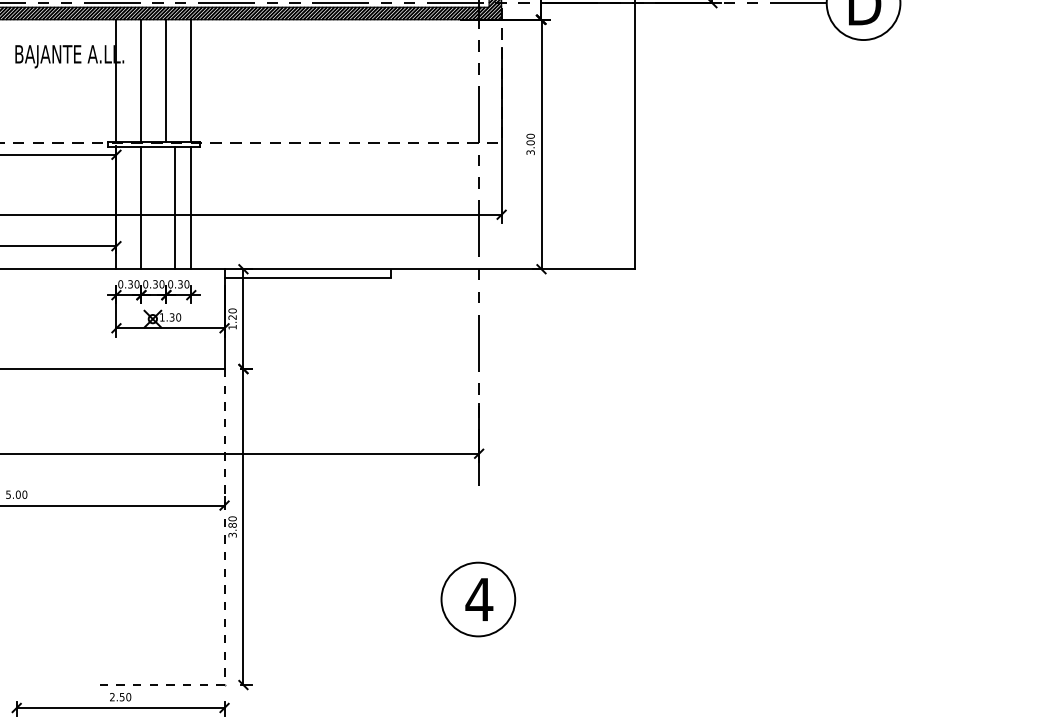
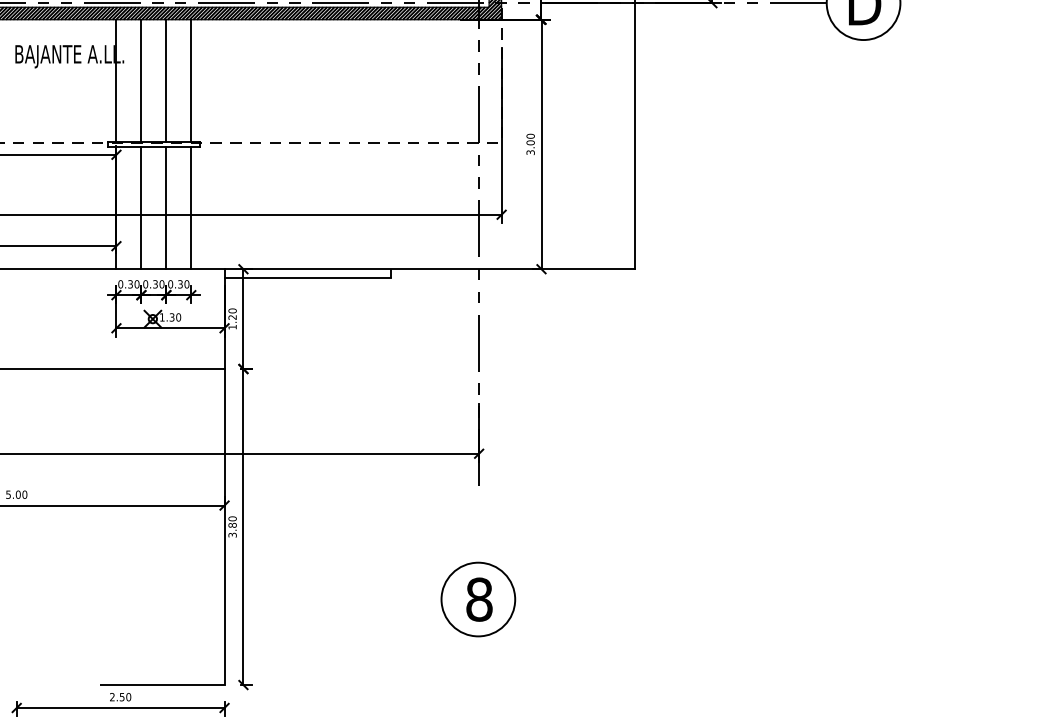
line at (175, 207) position: (175, 207) -> (166, 207)
line at (224, 590): dashed -> solid
text at (479, 599): 4 -> 8
